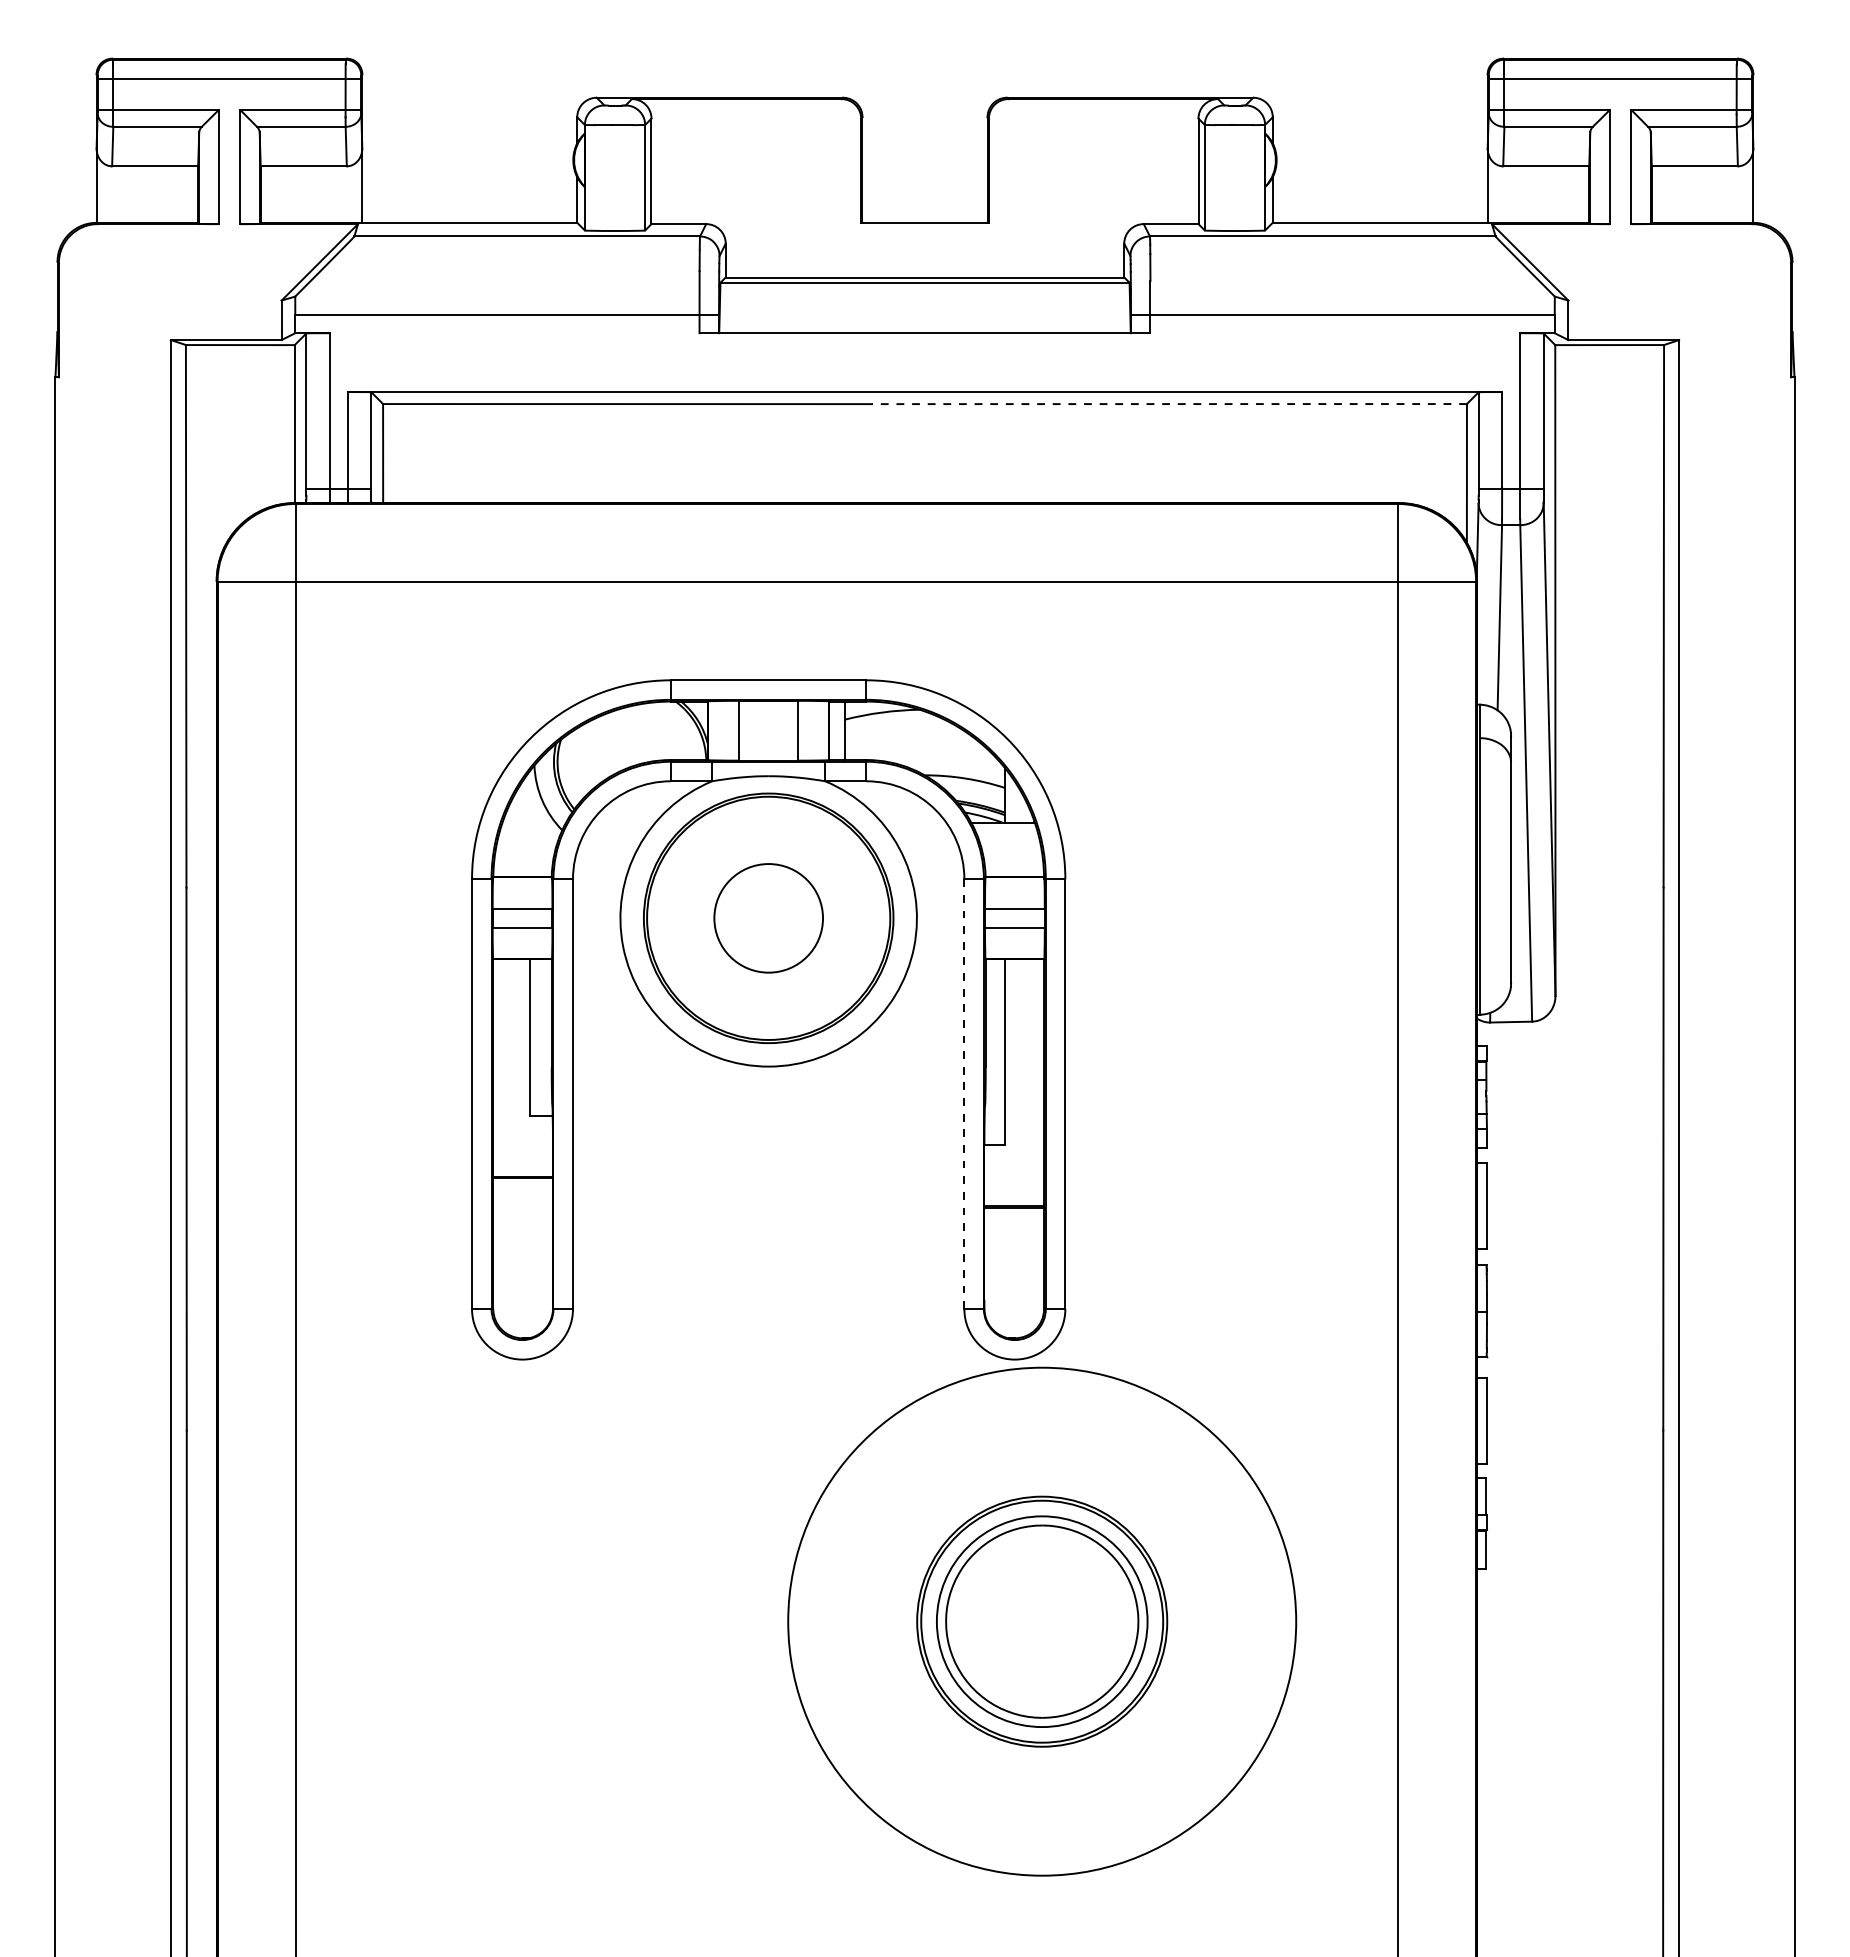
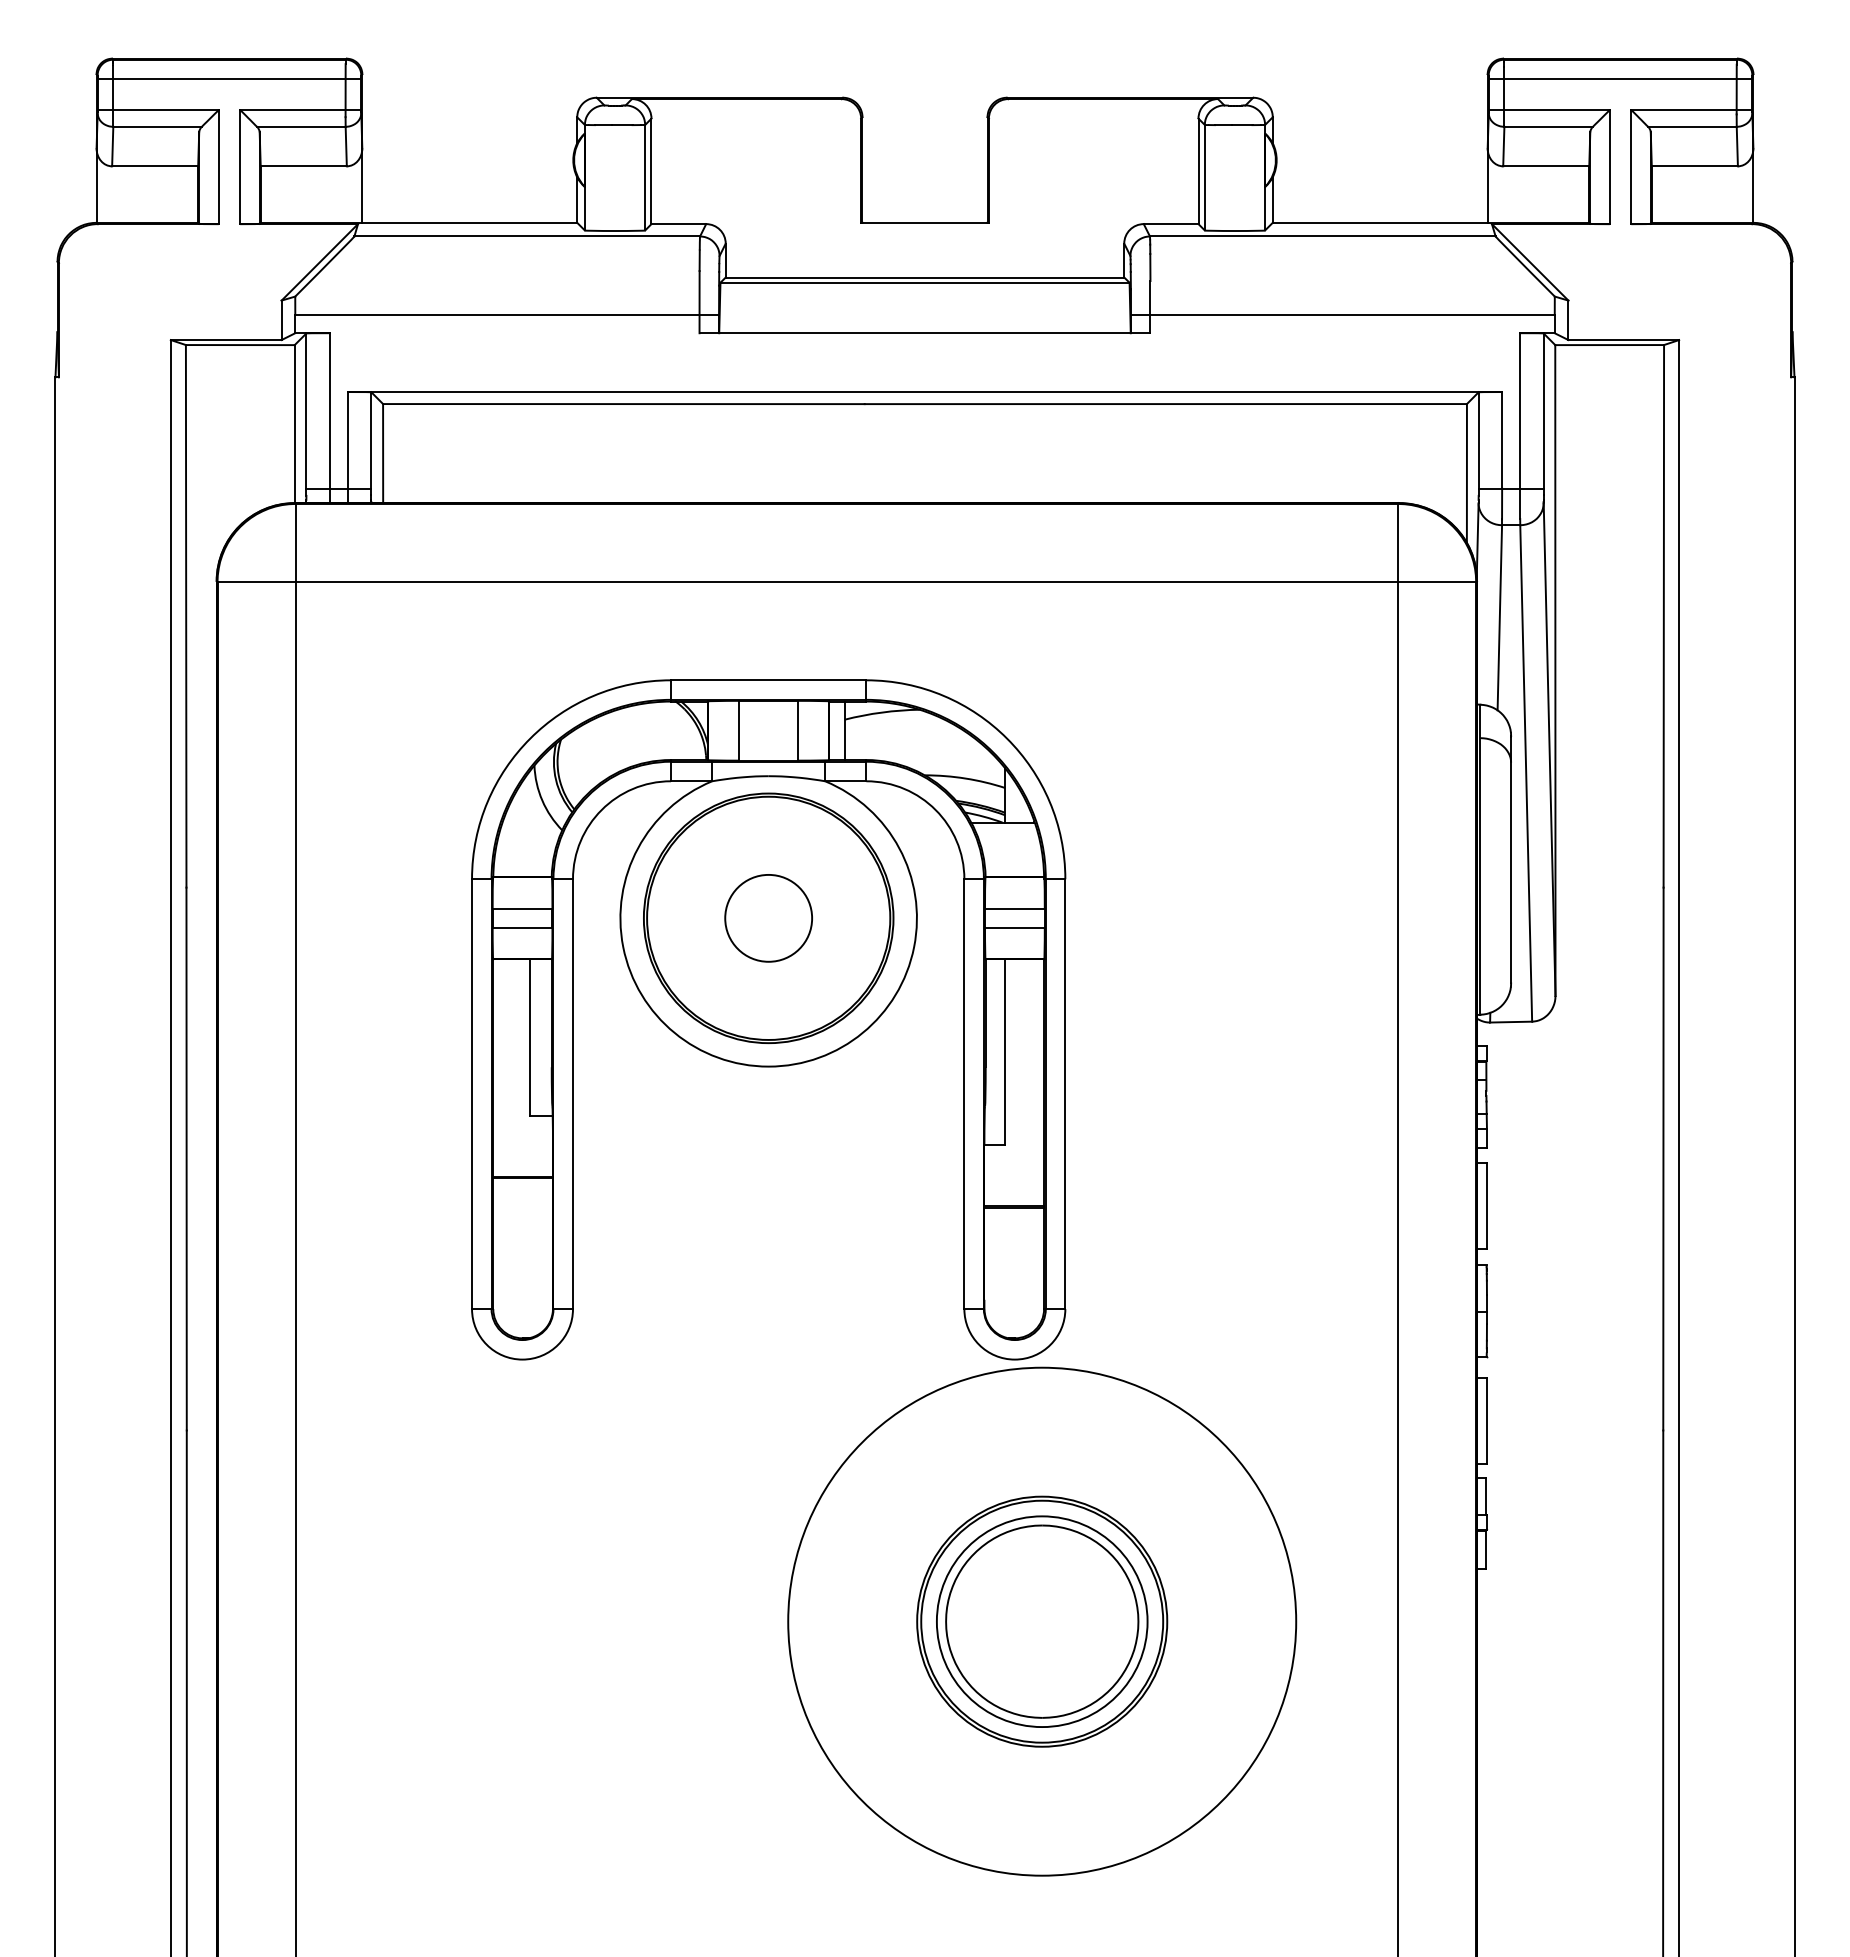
line at (1165, 404): dashed -> solid
circle at (768, 918) diameter: 109 px -> 87 px
line at (964, 1094): dashed -> solid
